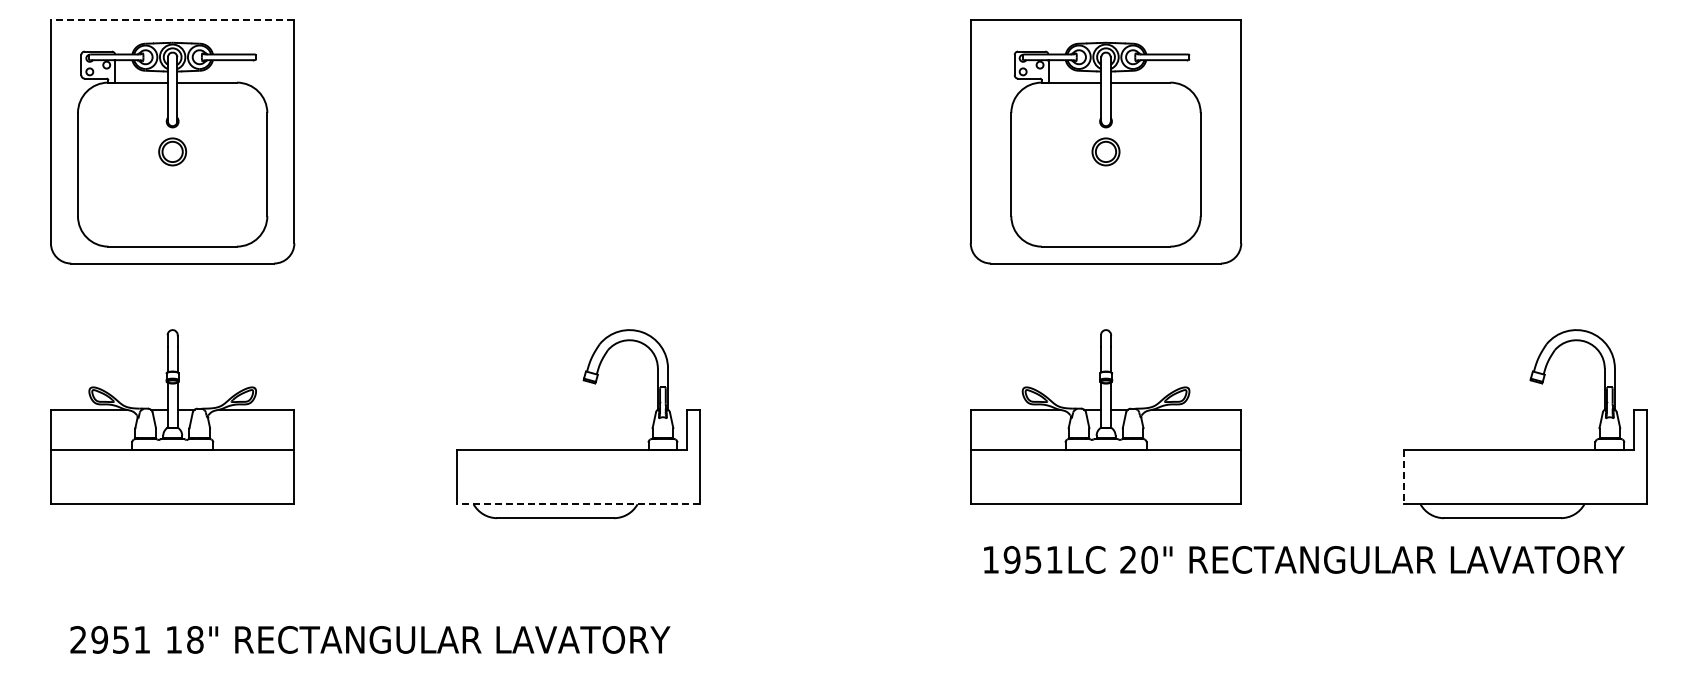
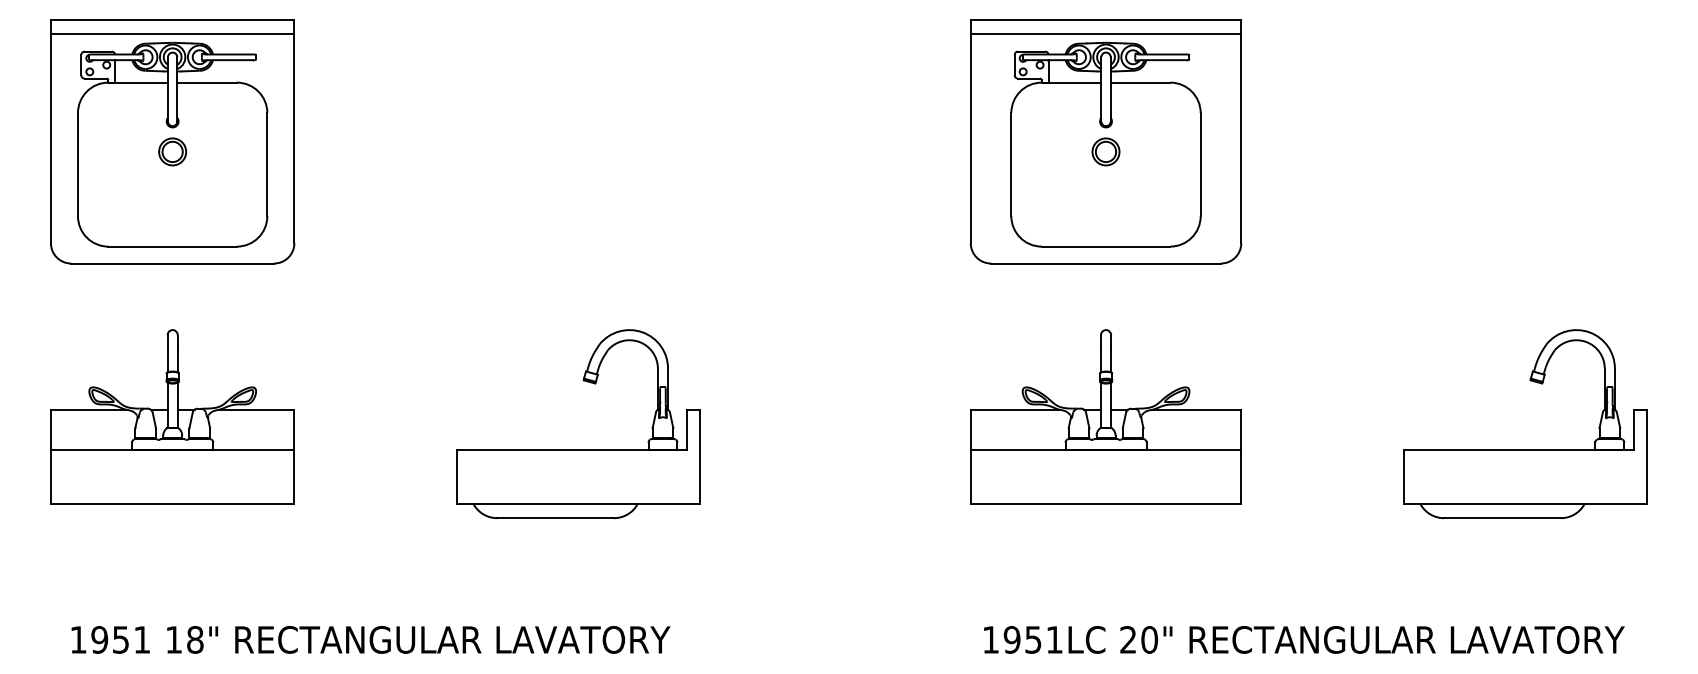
line at (172, 20): dashed -> solid
line at (172, 33): none -> present
line at (1105, 33): none -> present
line at (1403, 477): dashed -> solid
line at (578, 504): dashed -> solid
text at (1304, 559) position: (1304, 559) -> (1304, 639)
text at (78, 639): 2951 -> 1951
